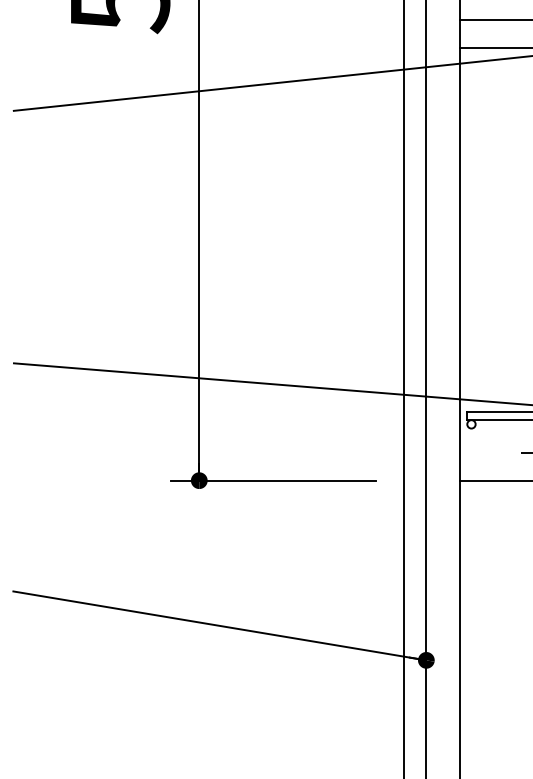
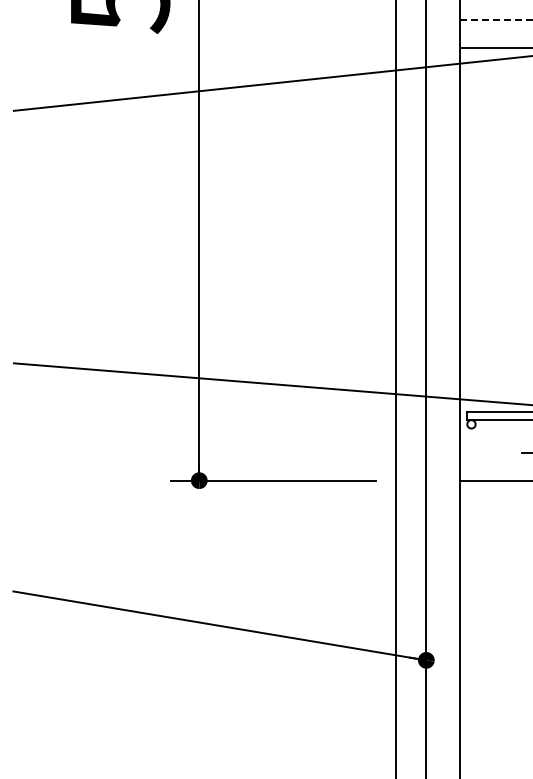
line at (496, 20): solid -> dashed
line at (404, 388) position: (404, 388) -> (396, 388)
